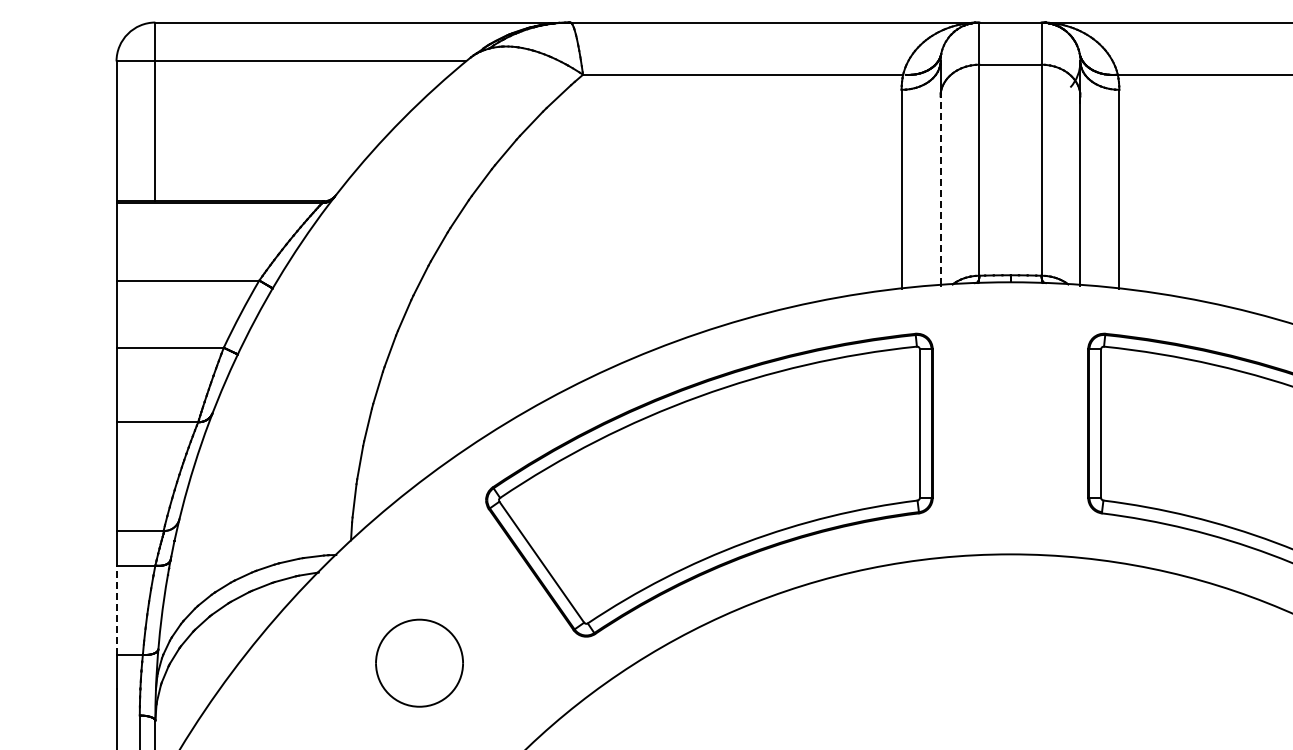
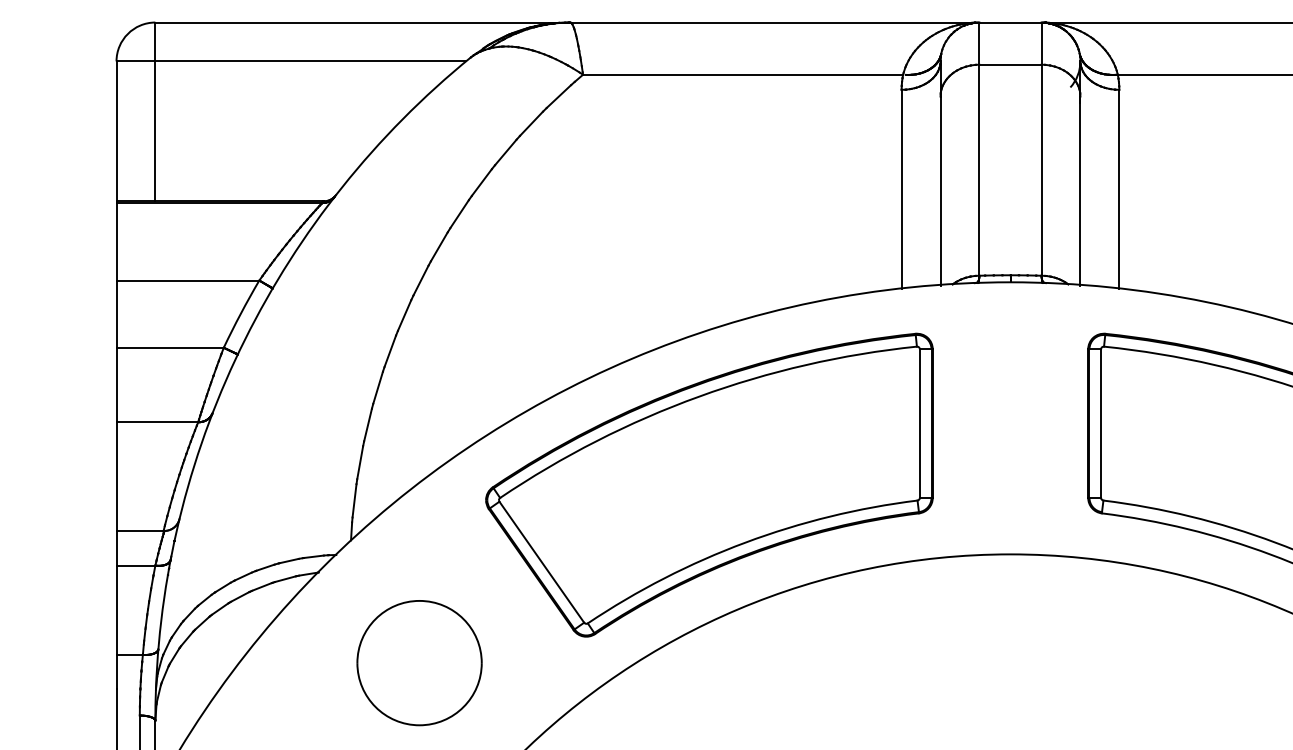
line at (940, 190): dashed -> solid
line at (116, 610): dashed -> solid
part at (419, 662) size: 89x90 px -> 127x127 px
